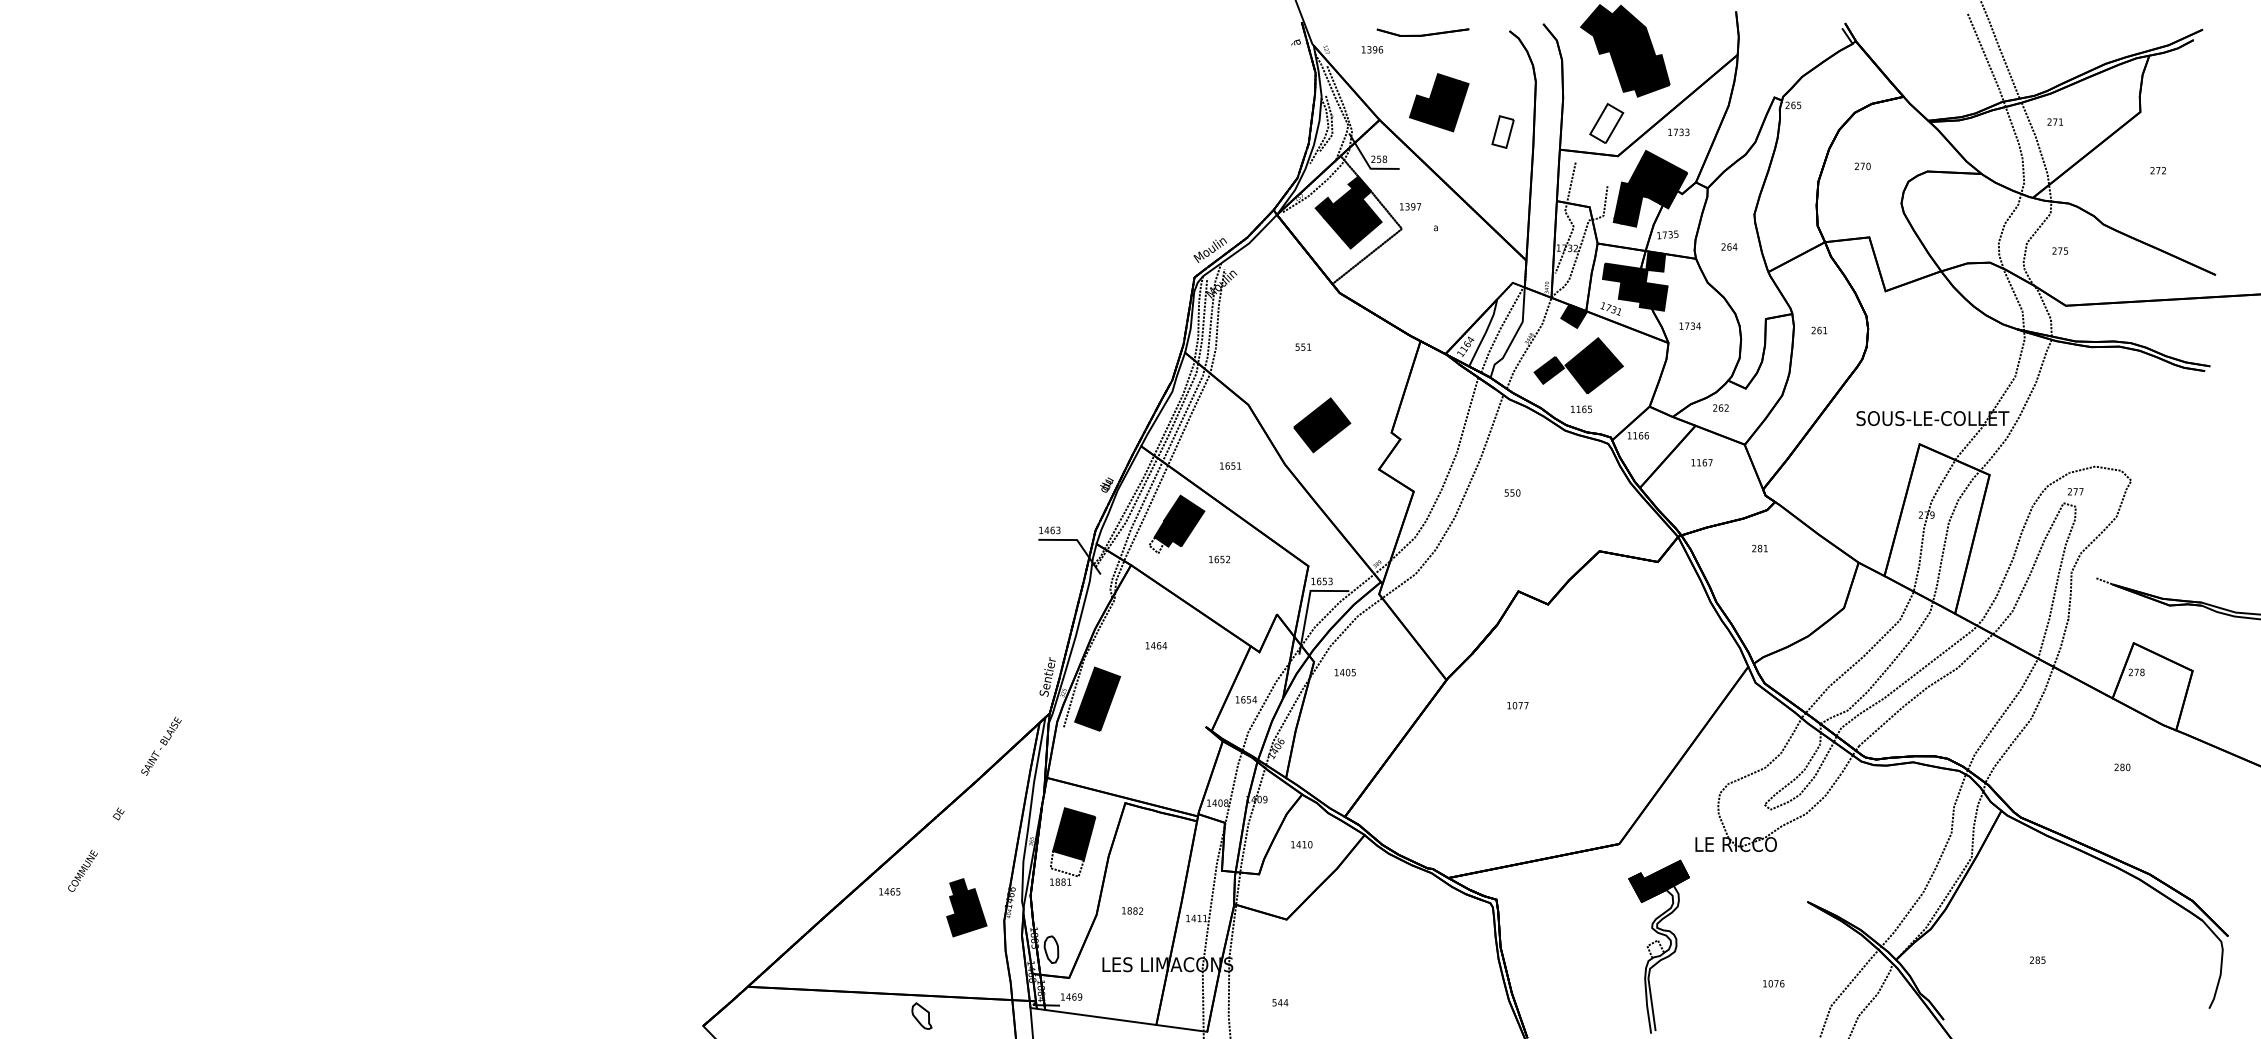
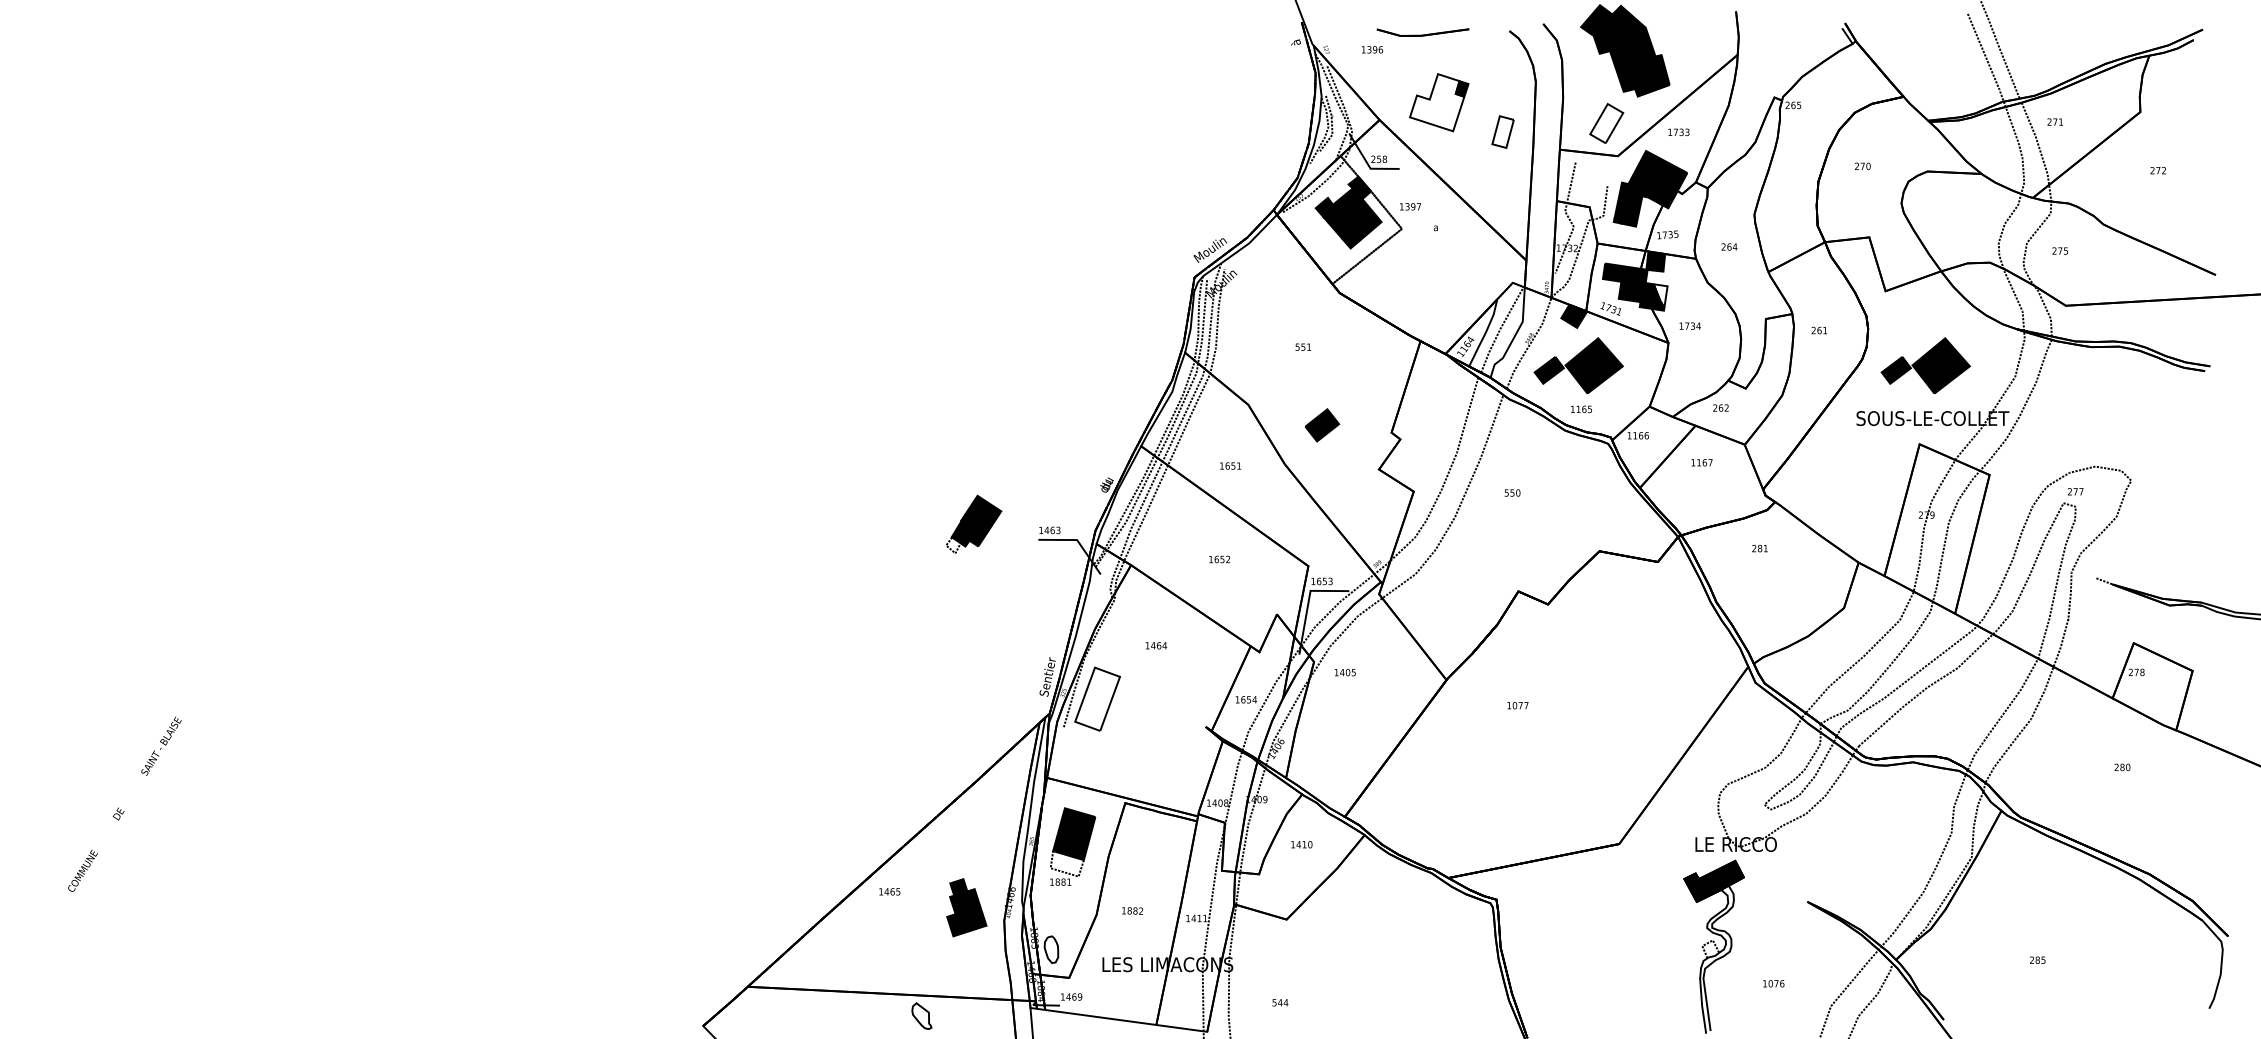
fill at (1437, 102): present -> none
fill at (1660, 295): present -> none
part at (1925, 365): none -> present
part at (1322, 425) size: 59x57 px -> 37x35 px
part at (1177, 523) position: (1177, 523) -> (974, 523)
fill at (1097, 698): present -> none
part at (1658, 946) position: (1658, 946) -> (1713, 946)
